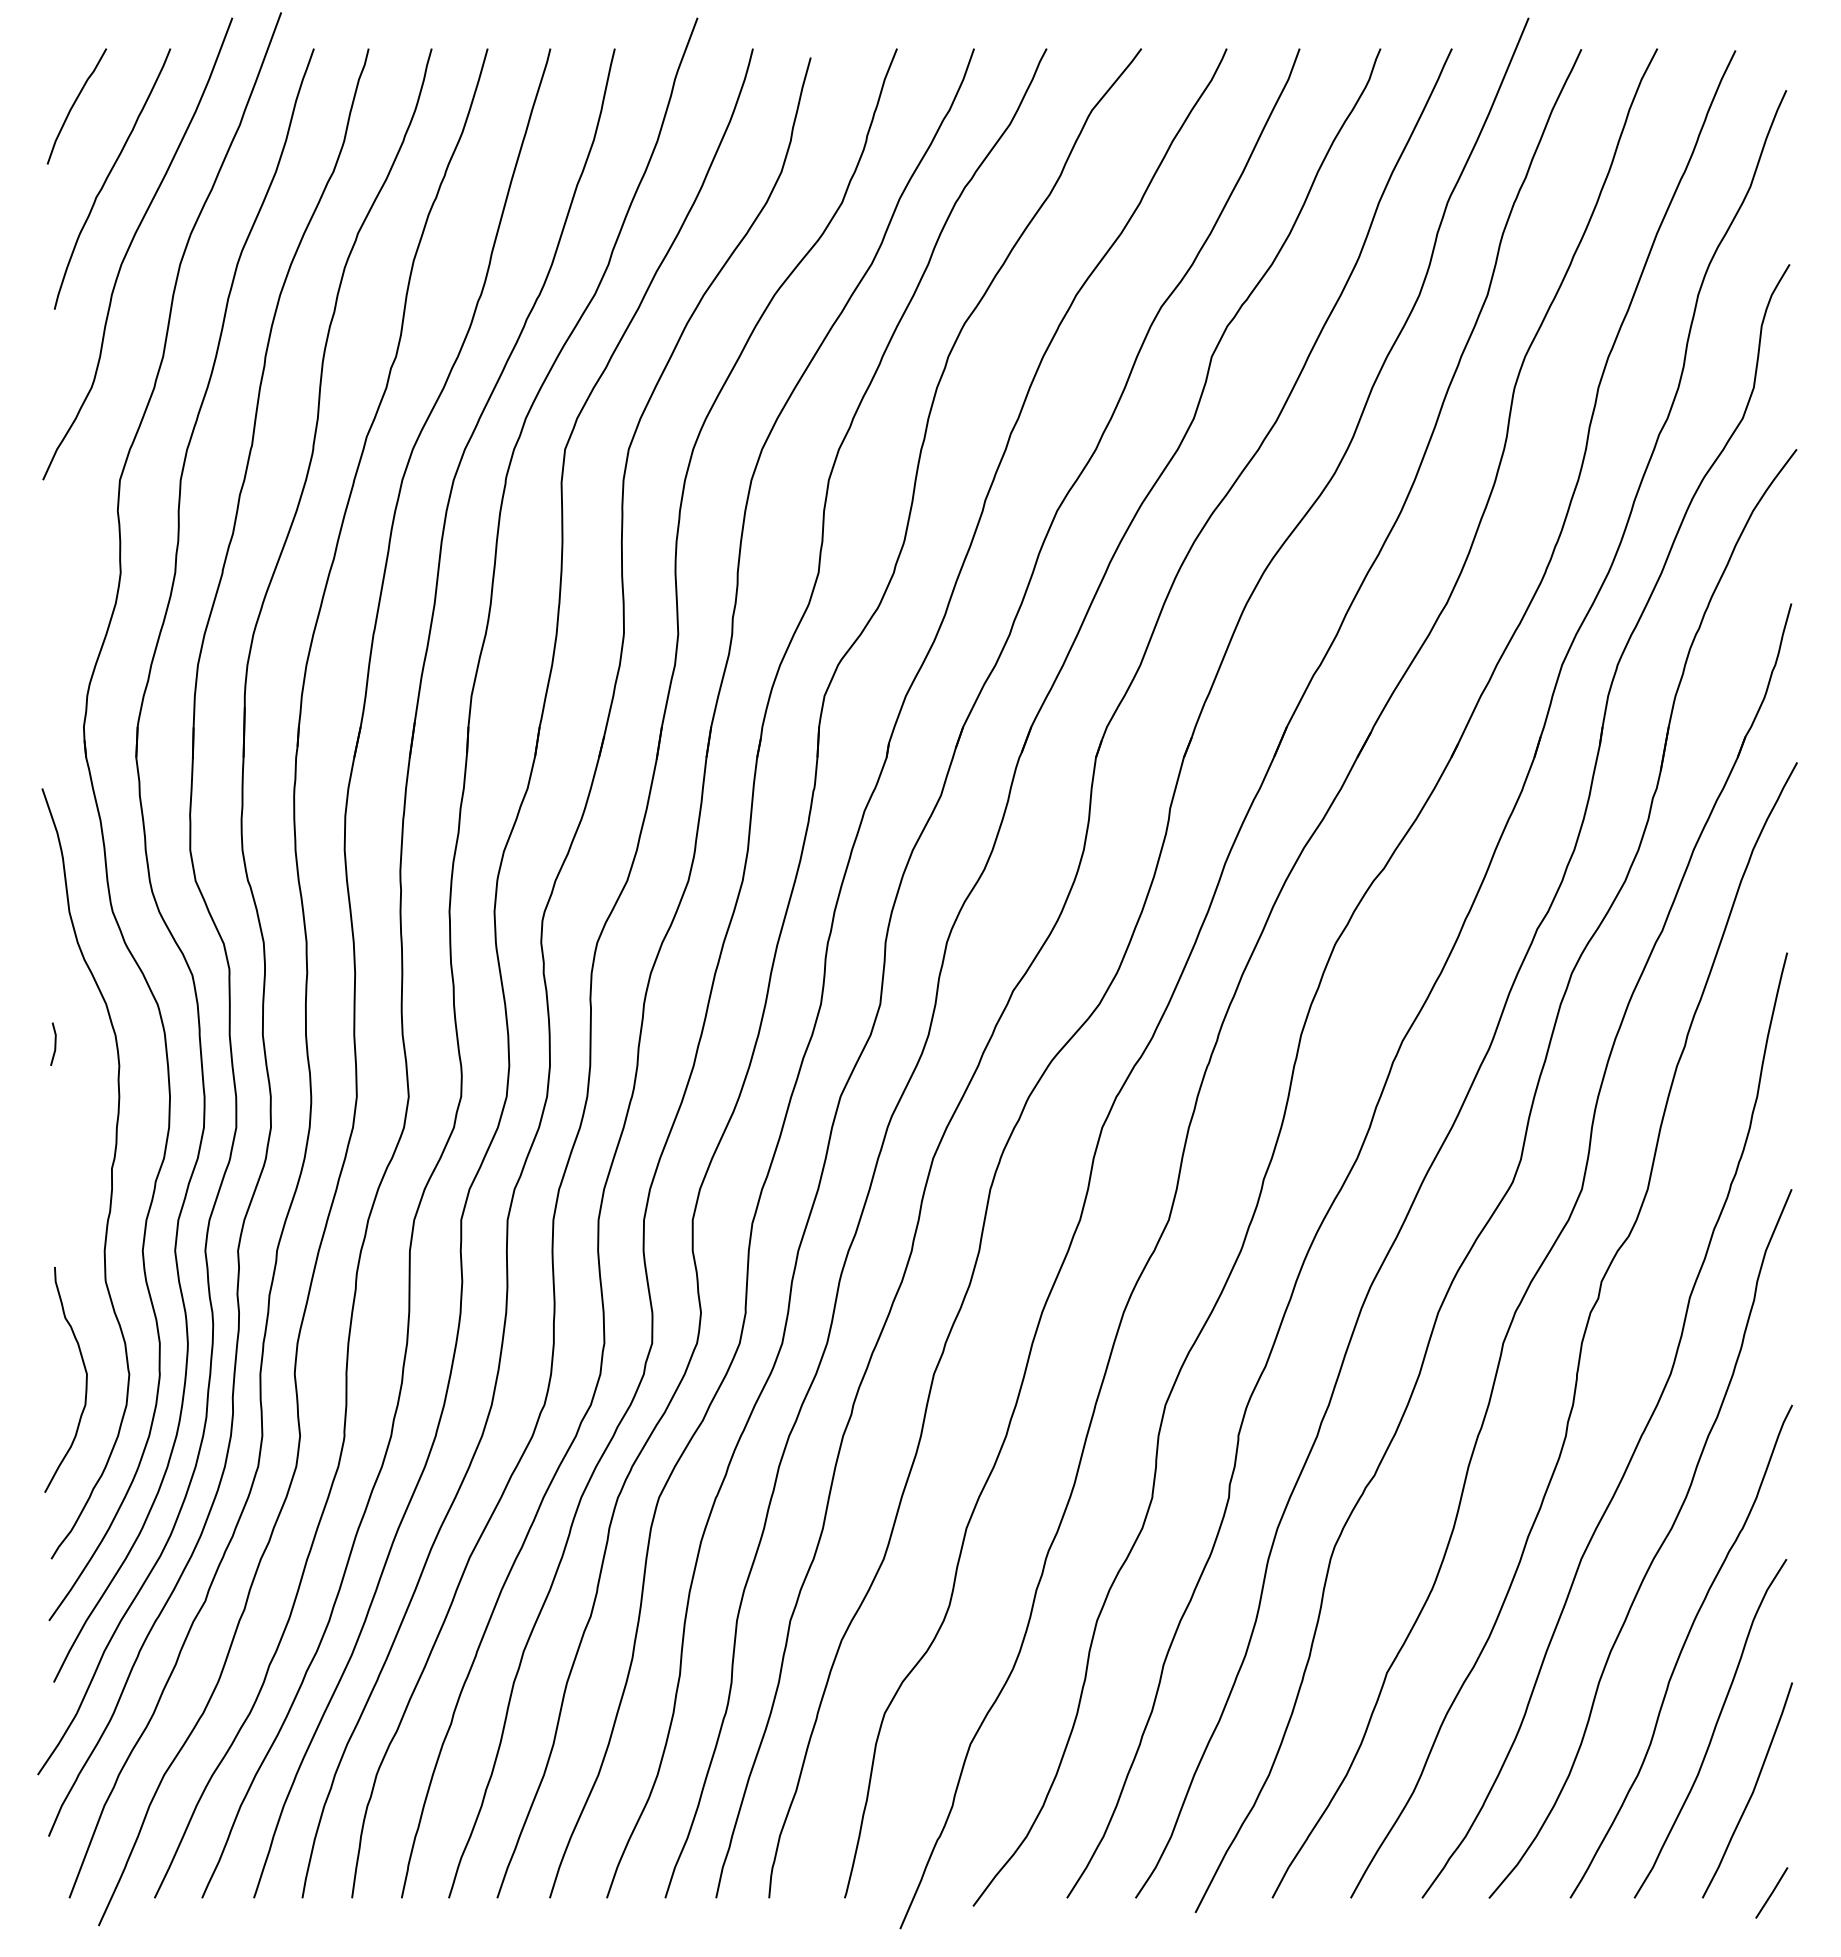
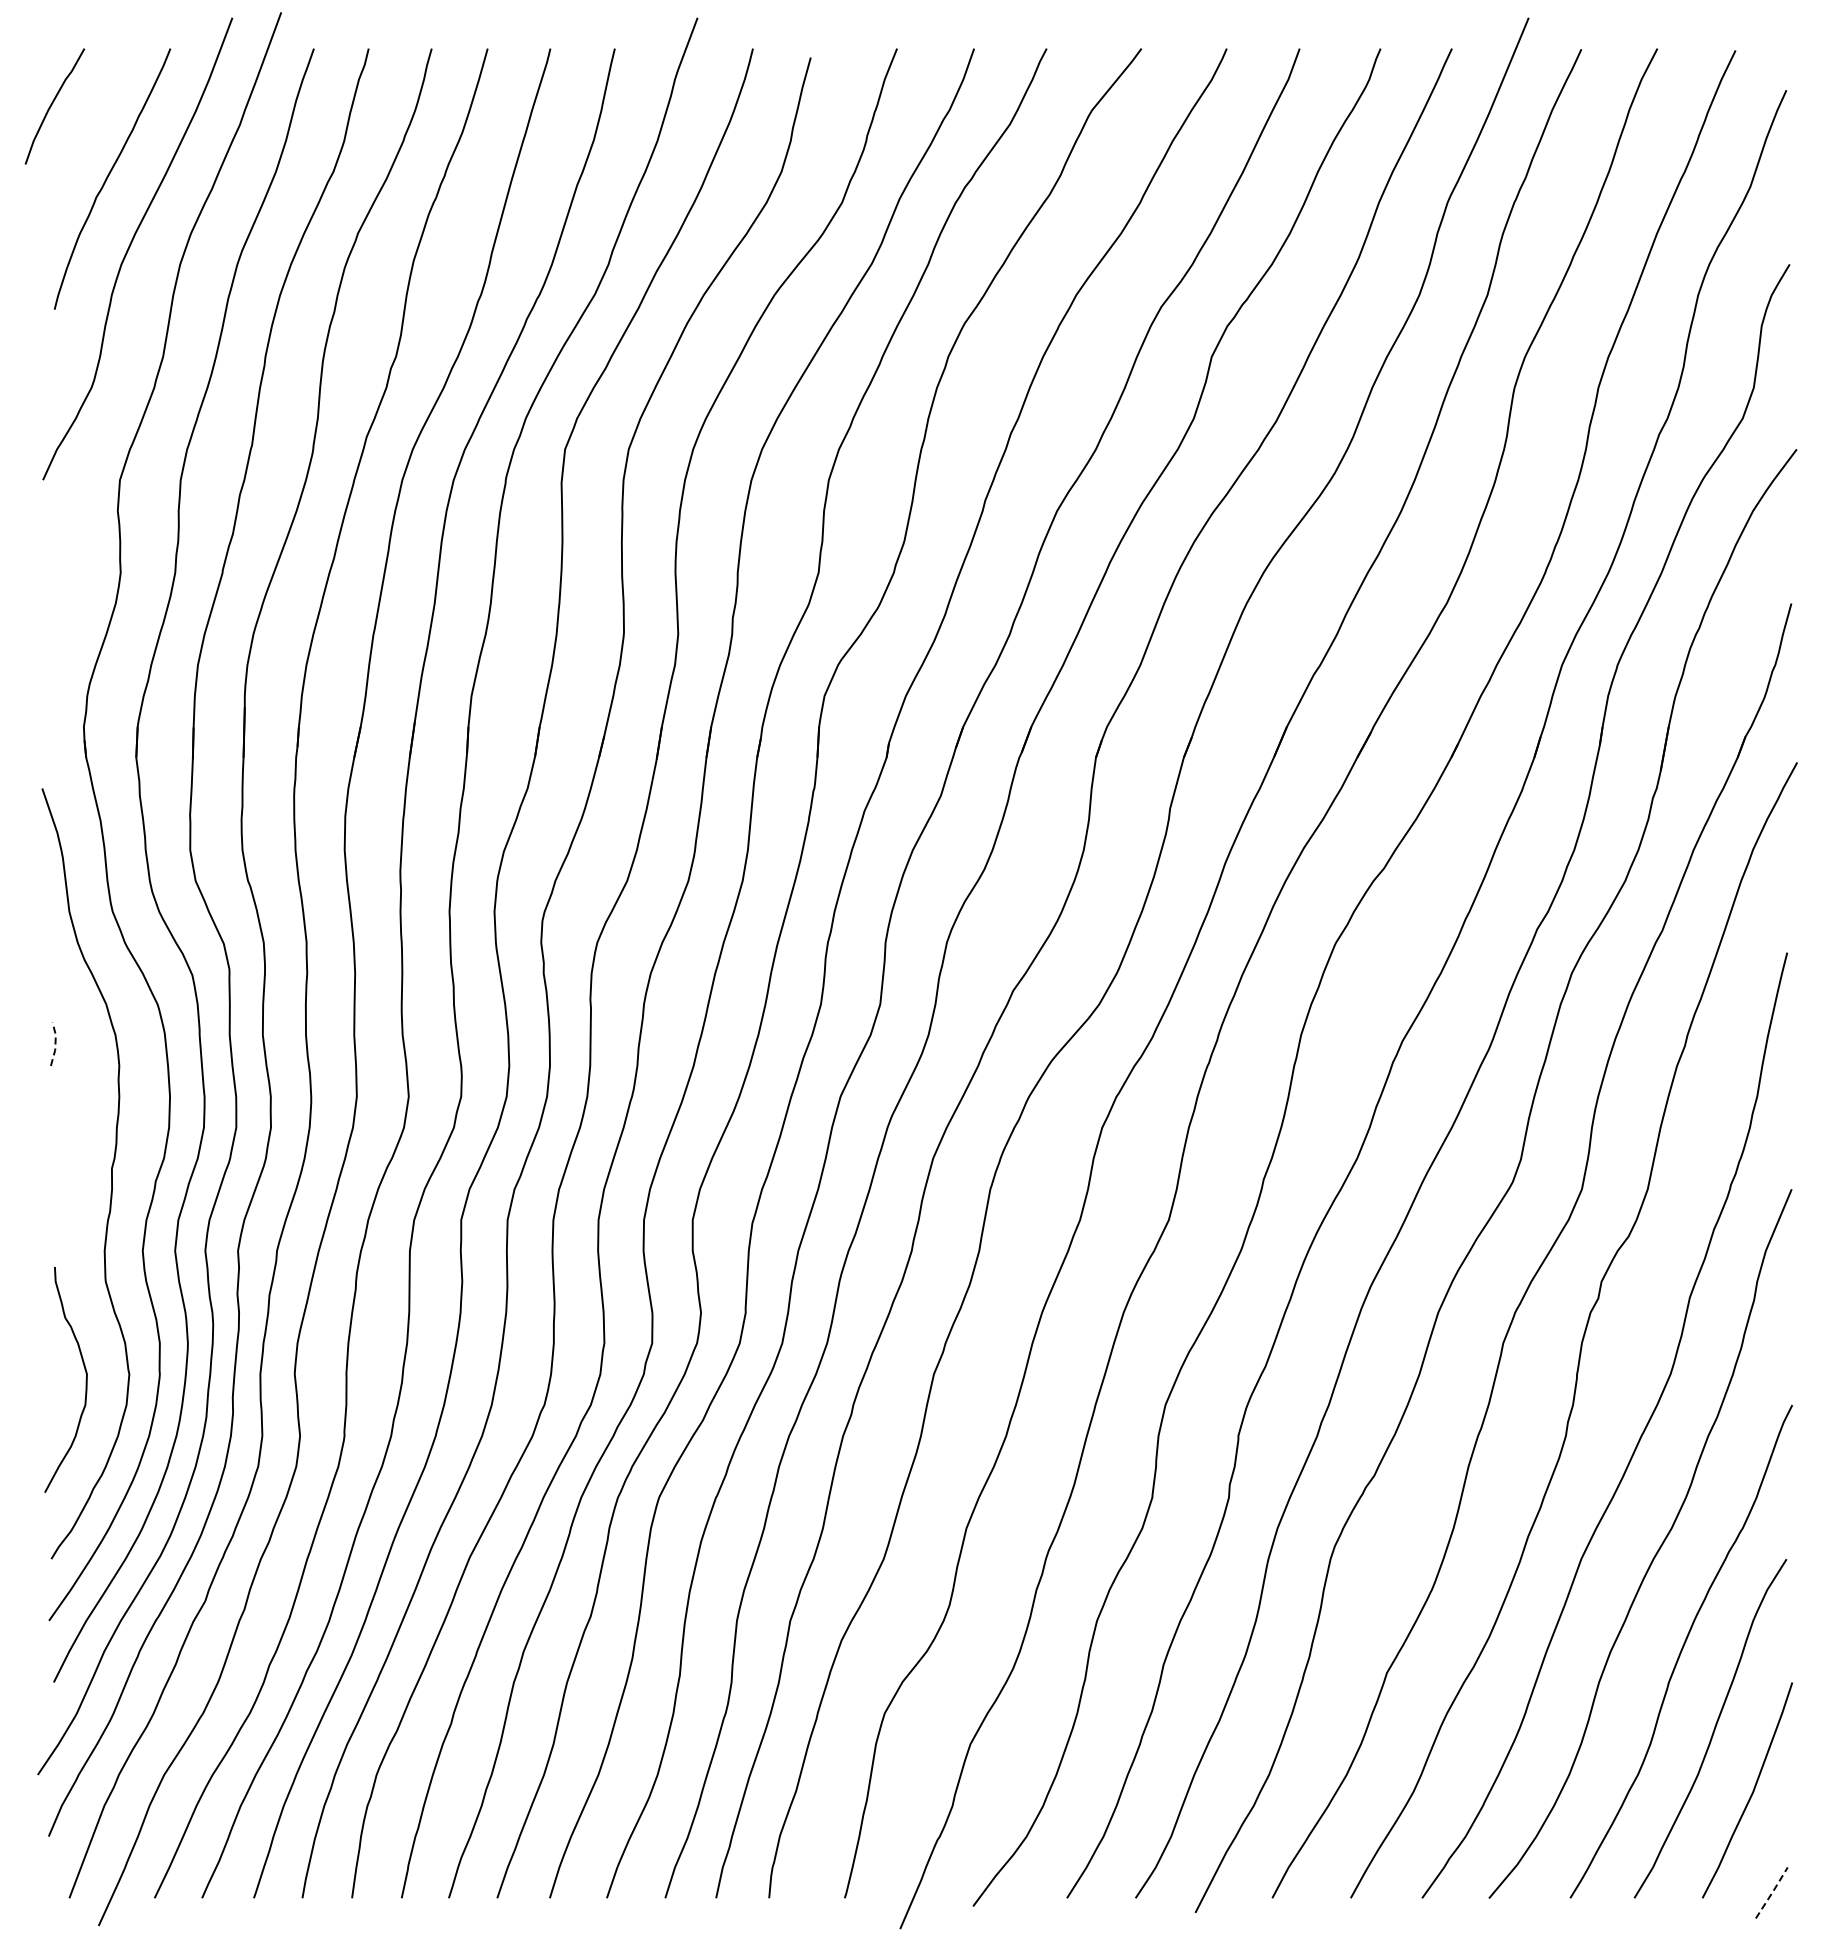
curve at (74, 105) position: (74, 105) -> (52, 105)
line at (55, 1044): solid -> dashed
line at (1772, 1892): solid -> dashed
